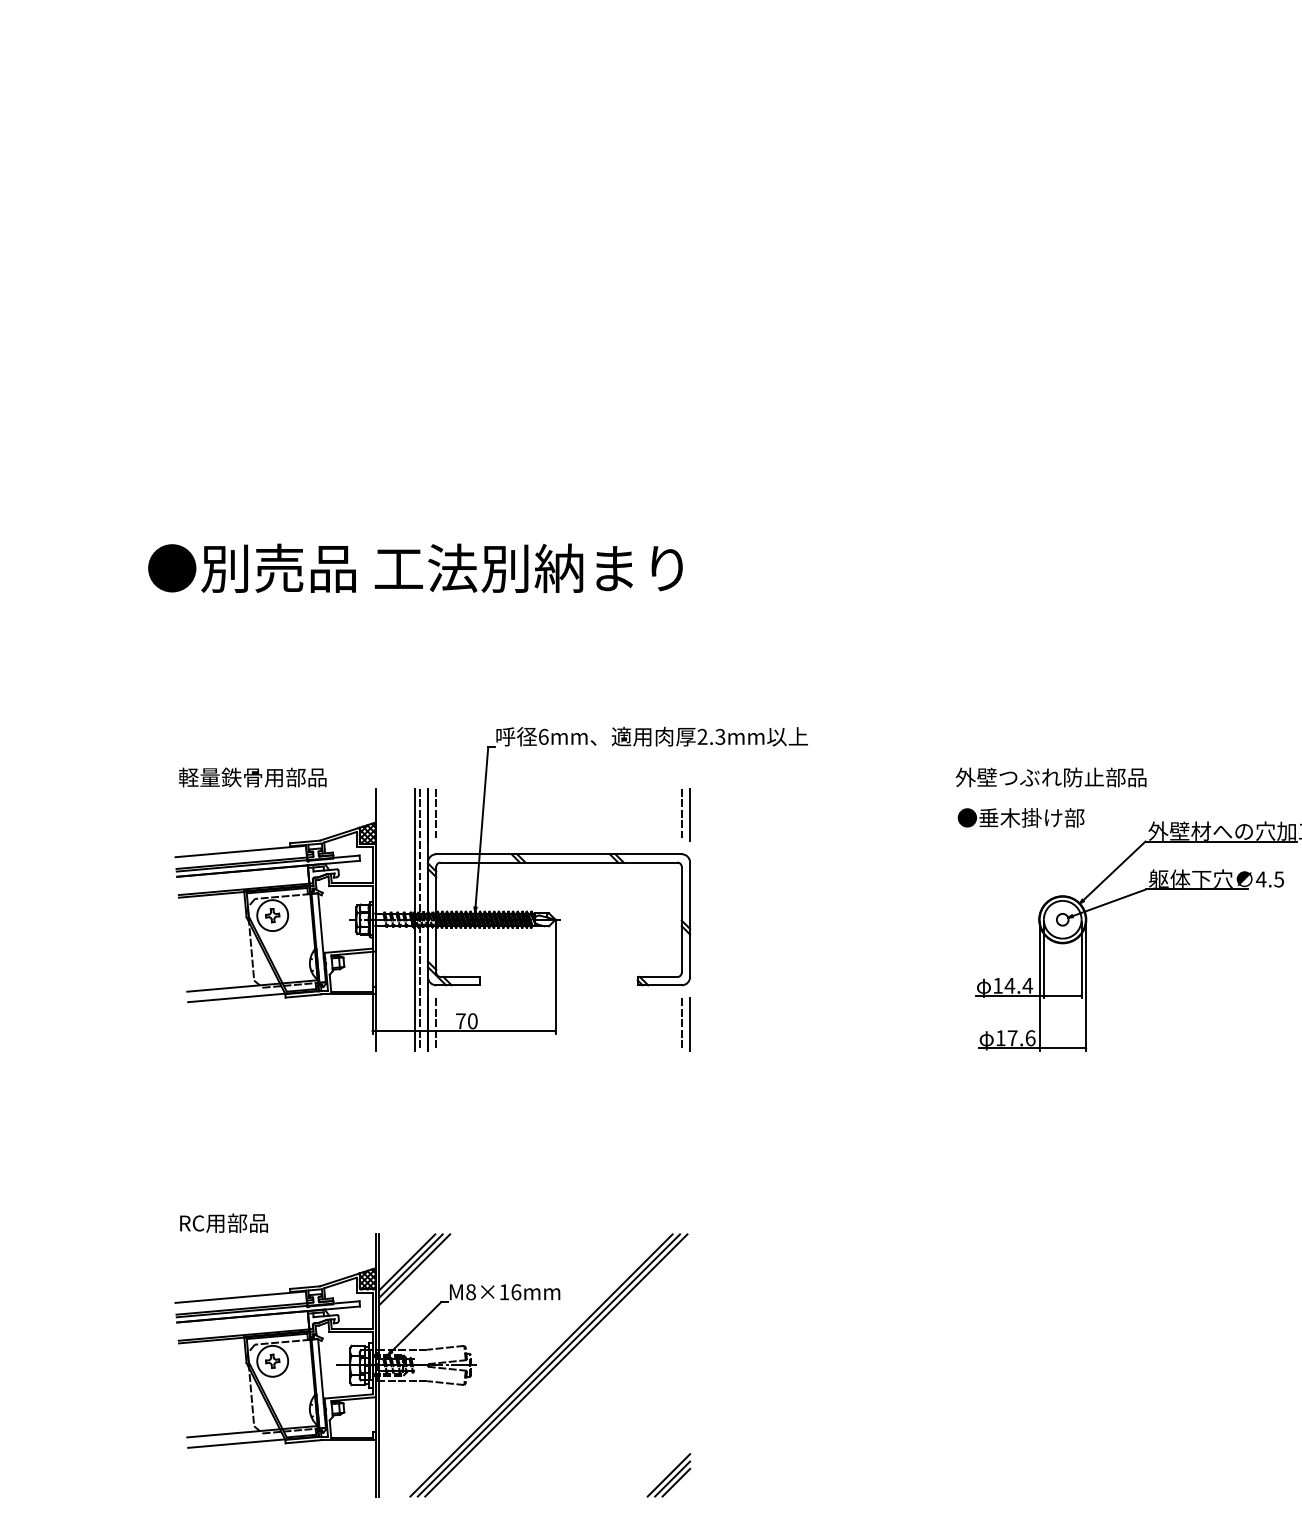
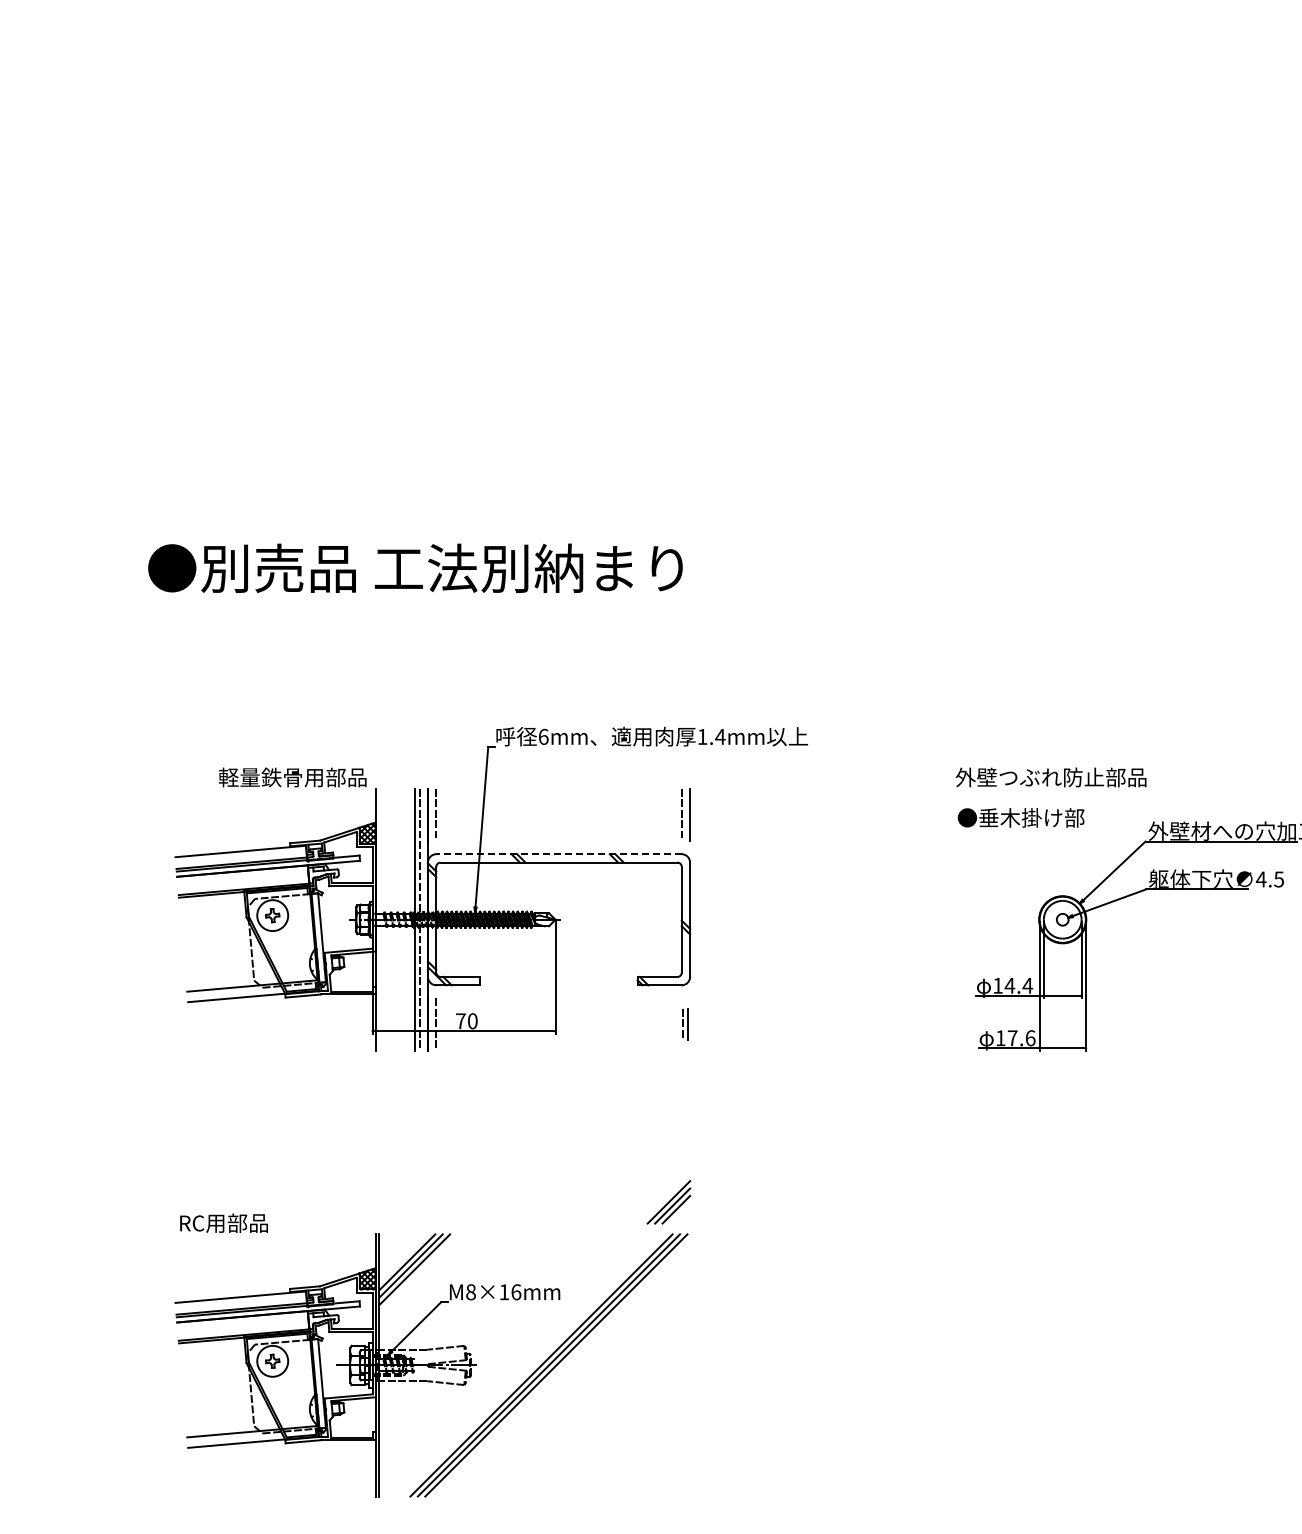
text at (711, 736): 2.3mm -> 1.4mm
text at (252, 777) position: (252, 777) -> (292, 777)
line at (559, 854): solid -> dashed
part at (685, 1024) size: 10x55 px -> 7x33 px
part at (668, 1475) position: (668, 1475) -> (668, 1202)
